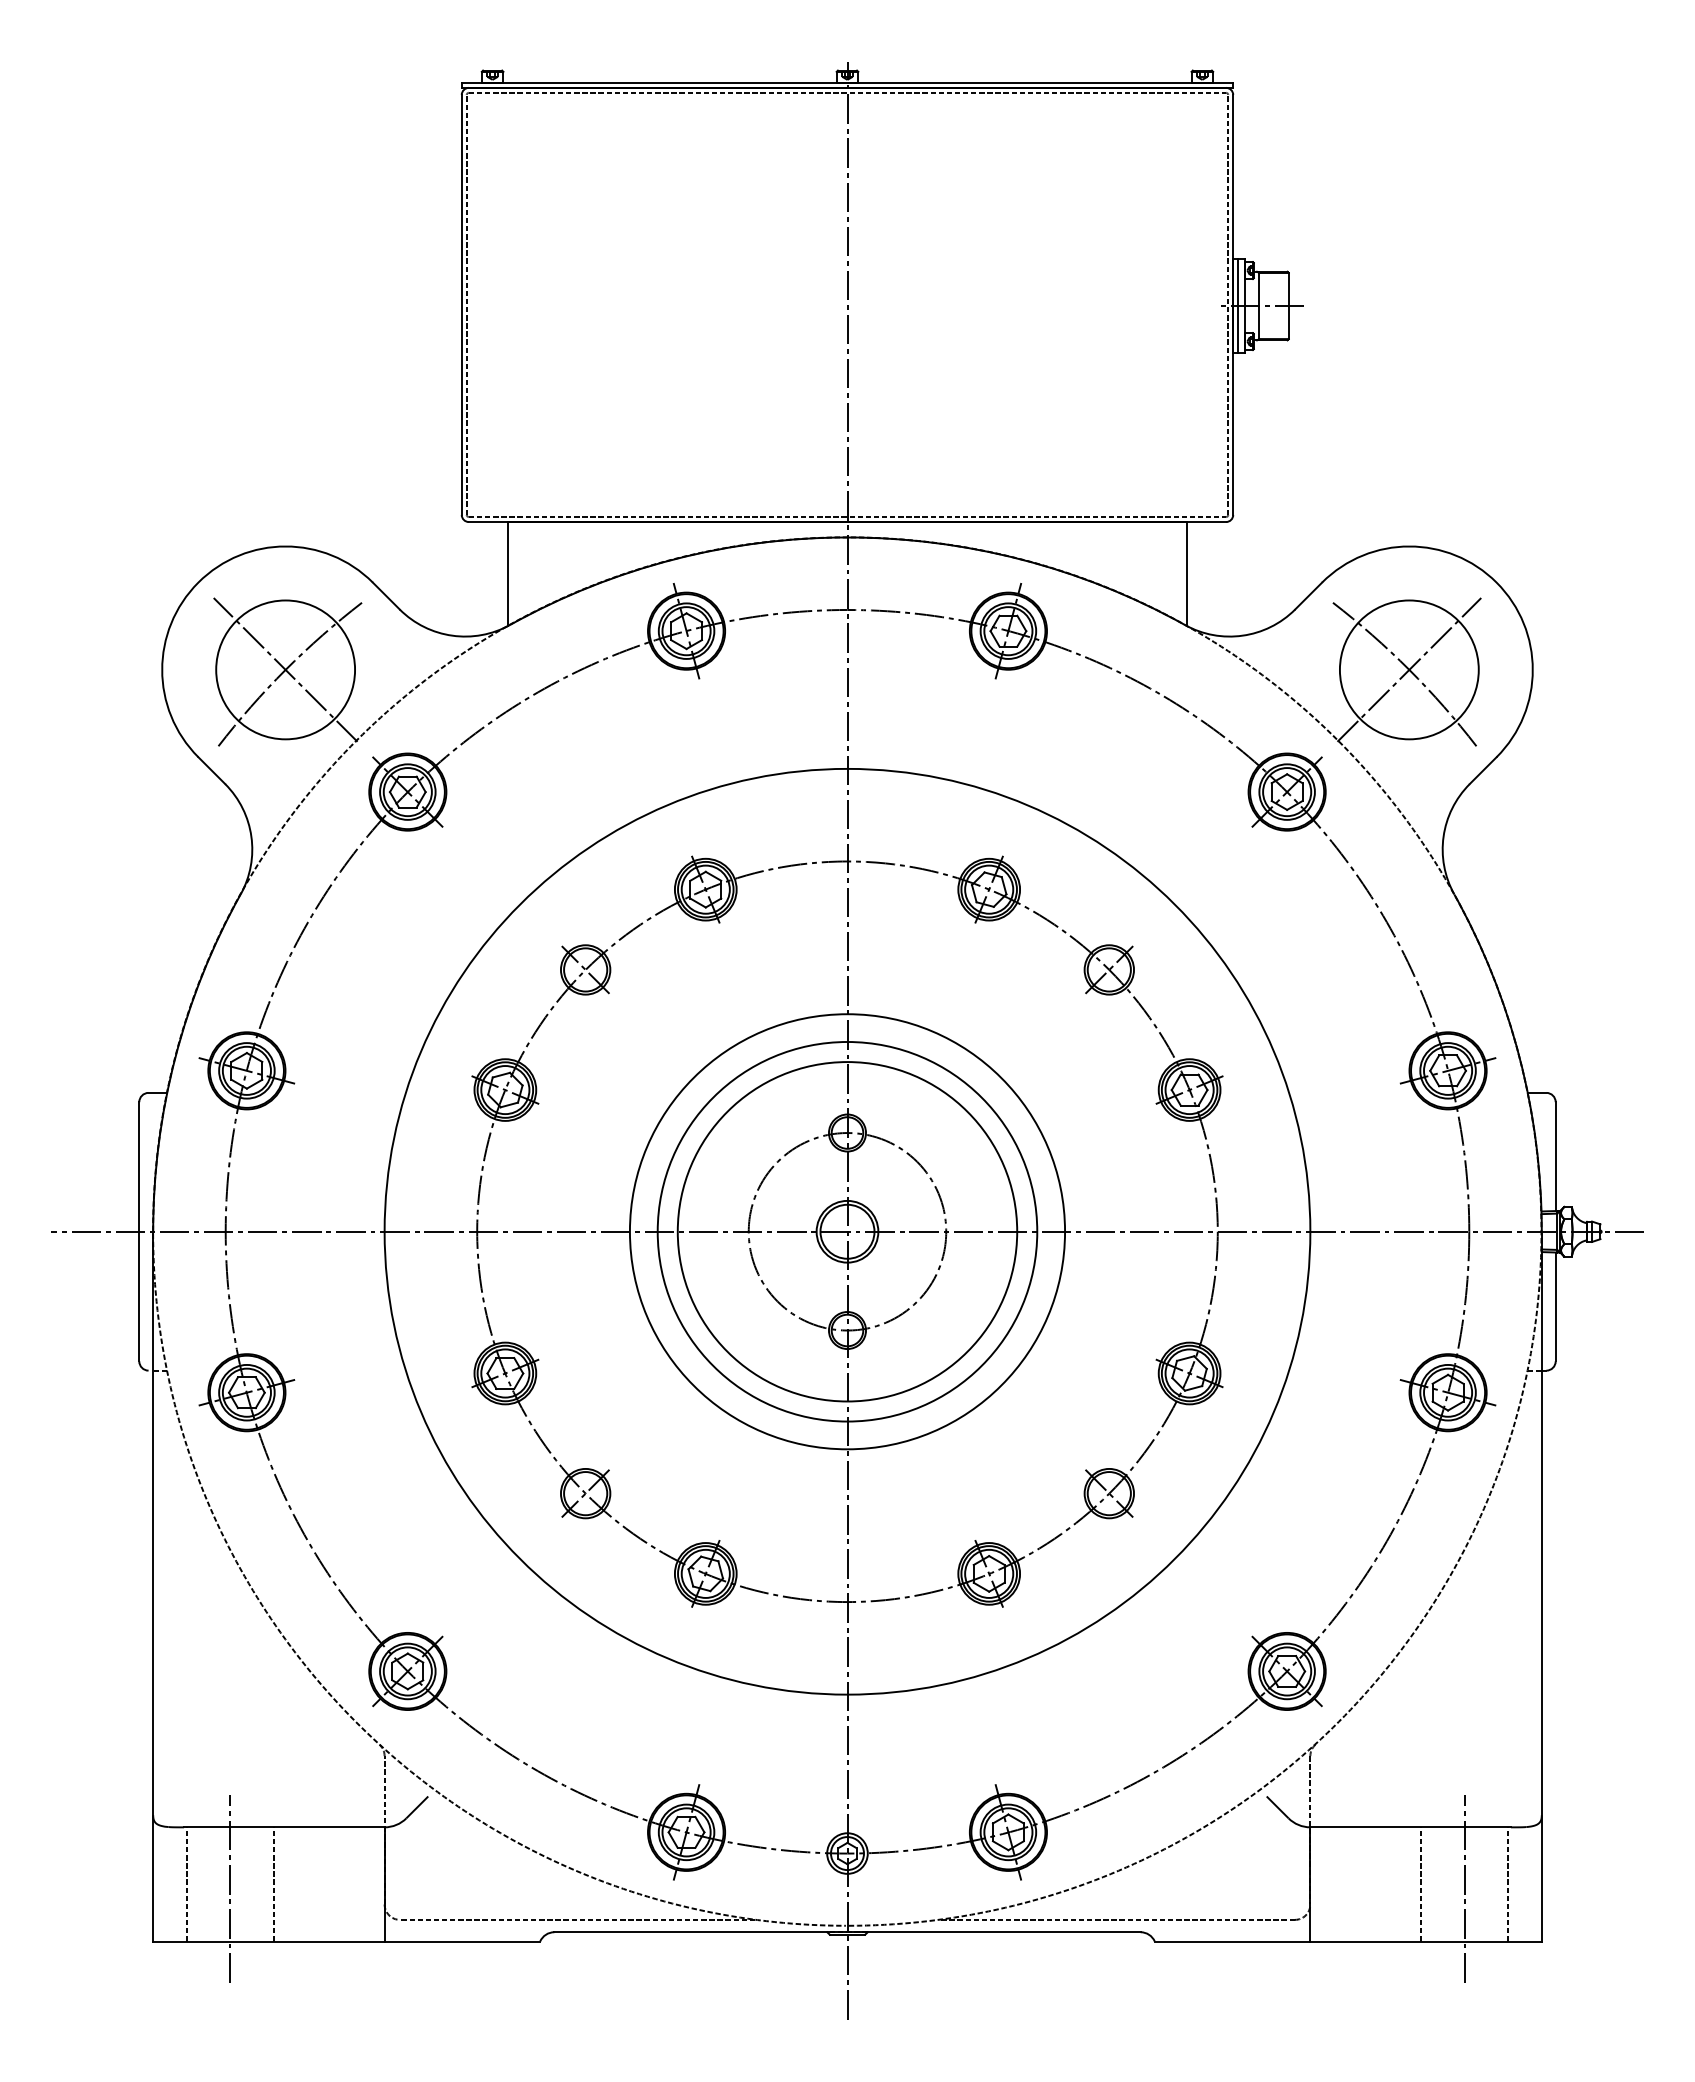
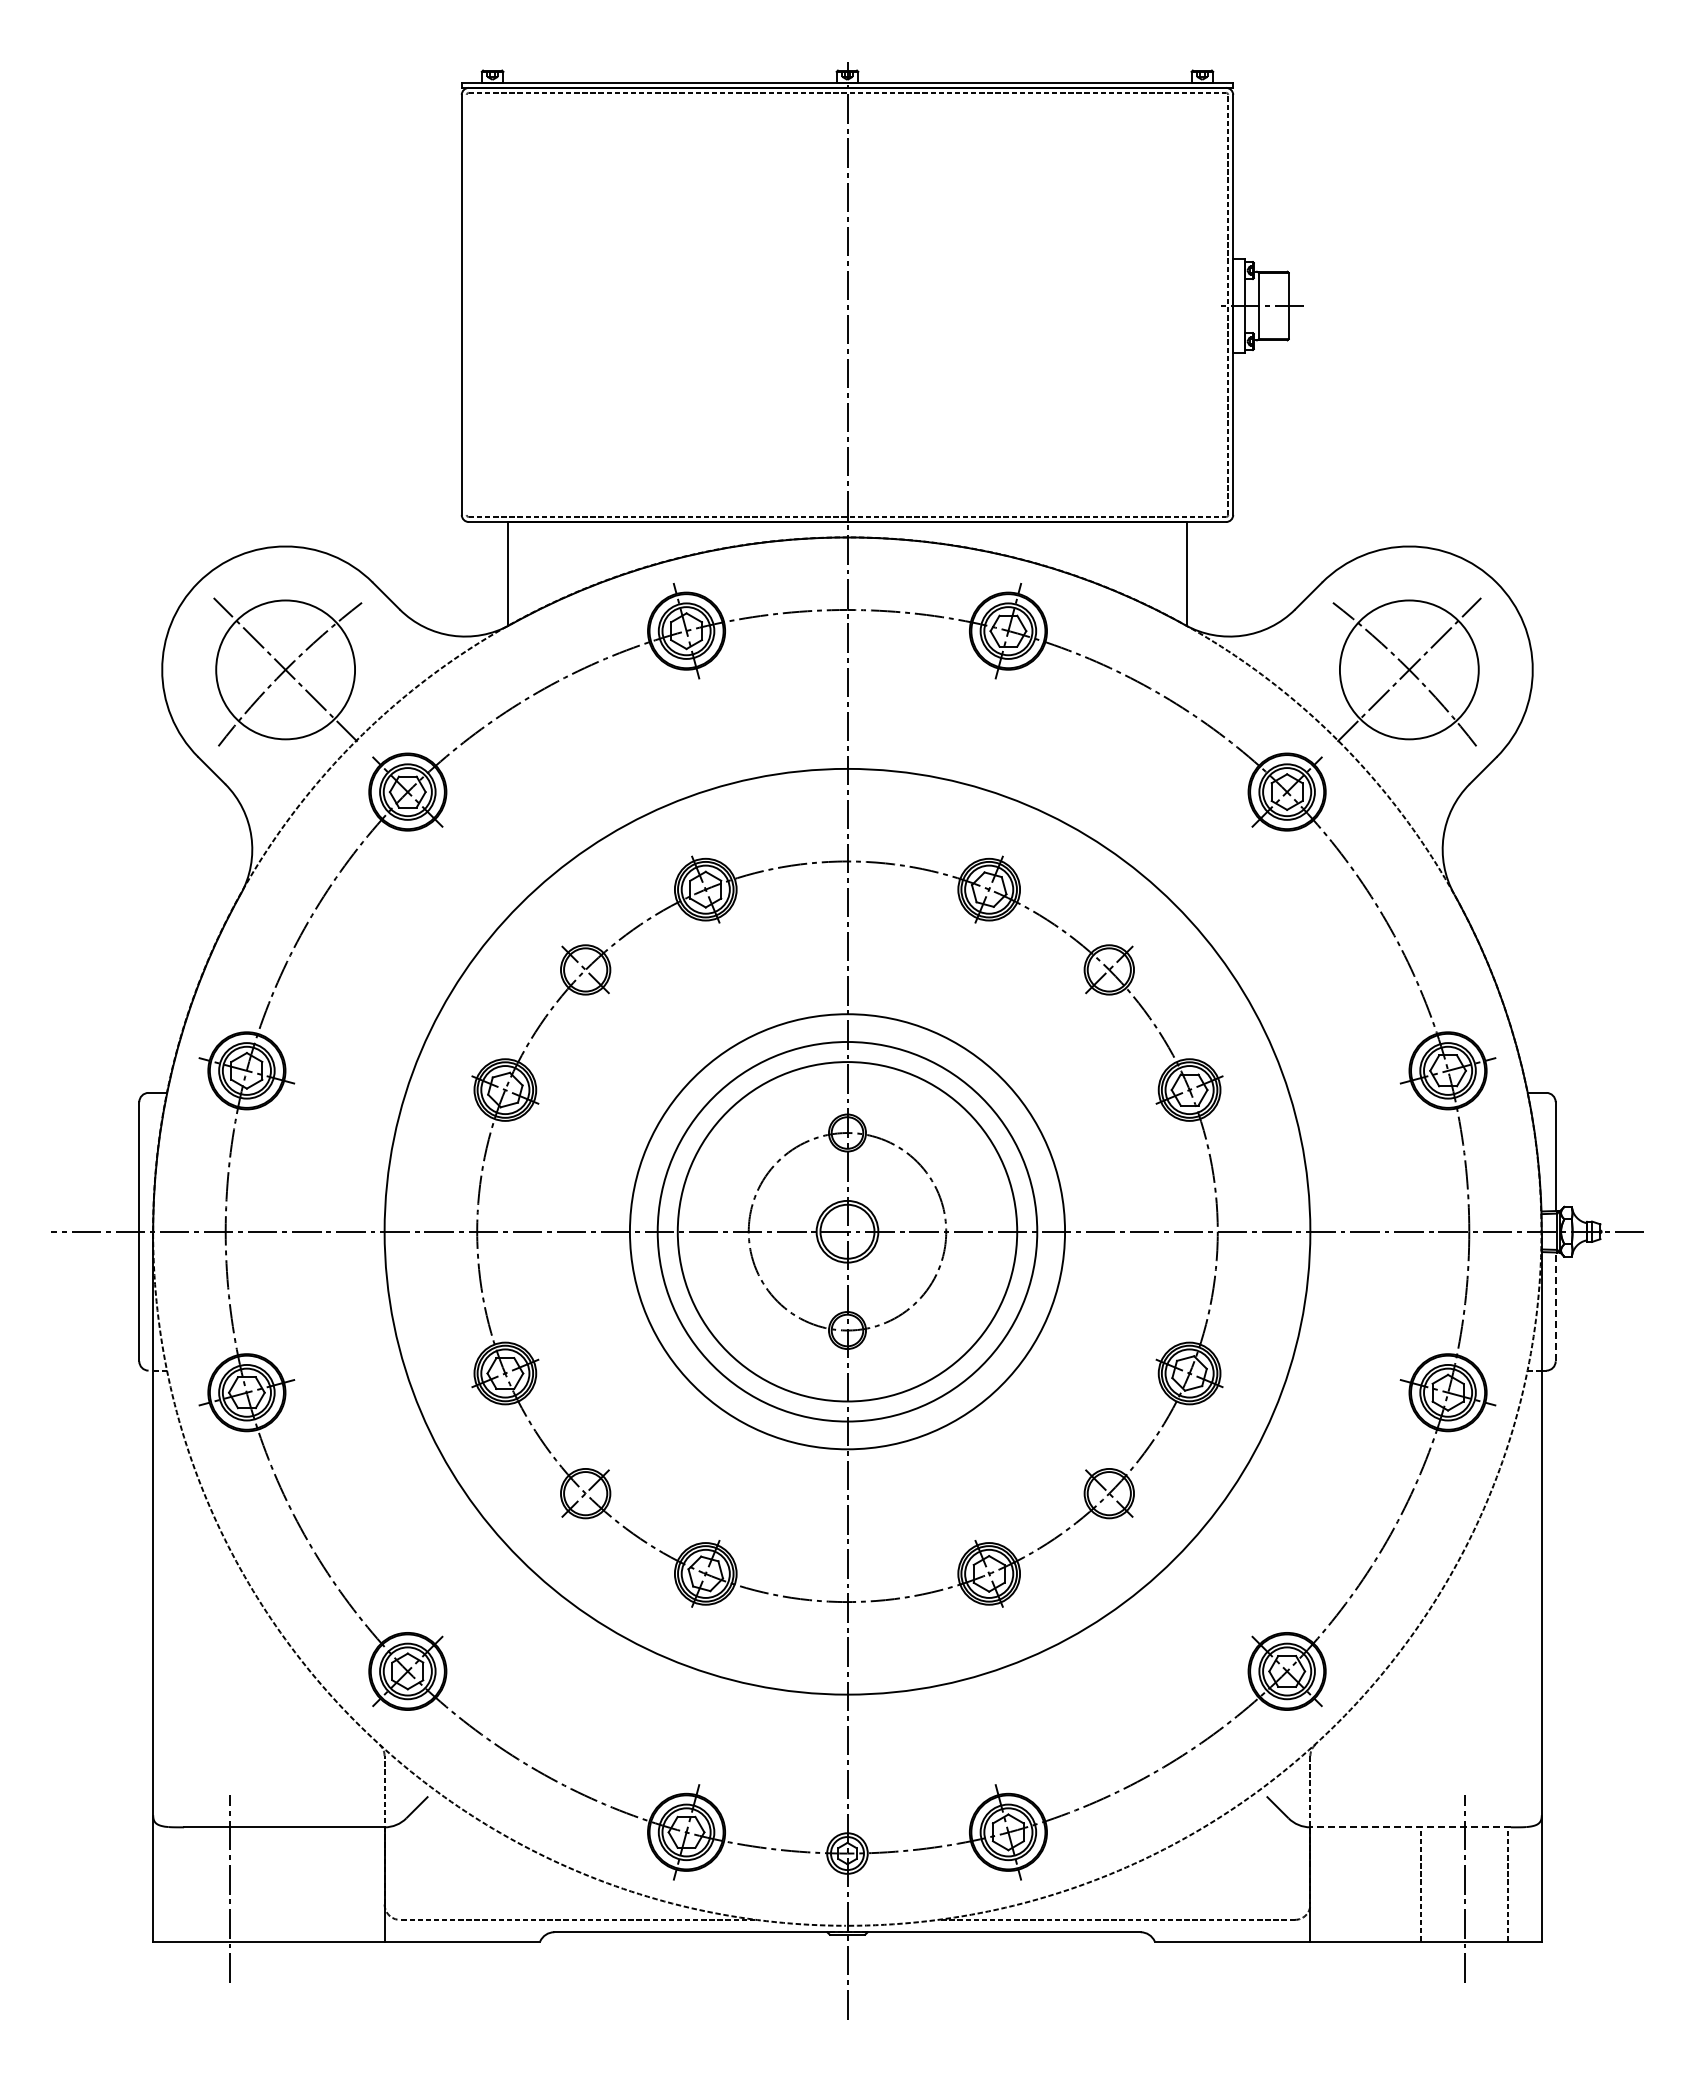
line at (466, 304): present -> none
line at (1238, 305): present -> none
line at (1555, 1306): solid -> dashed
line at (1410, 1827): solid -> dashed
line at (187, 1884): present -> none
line at (273, 1884): present -> none
